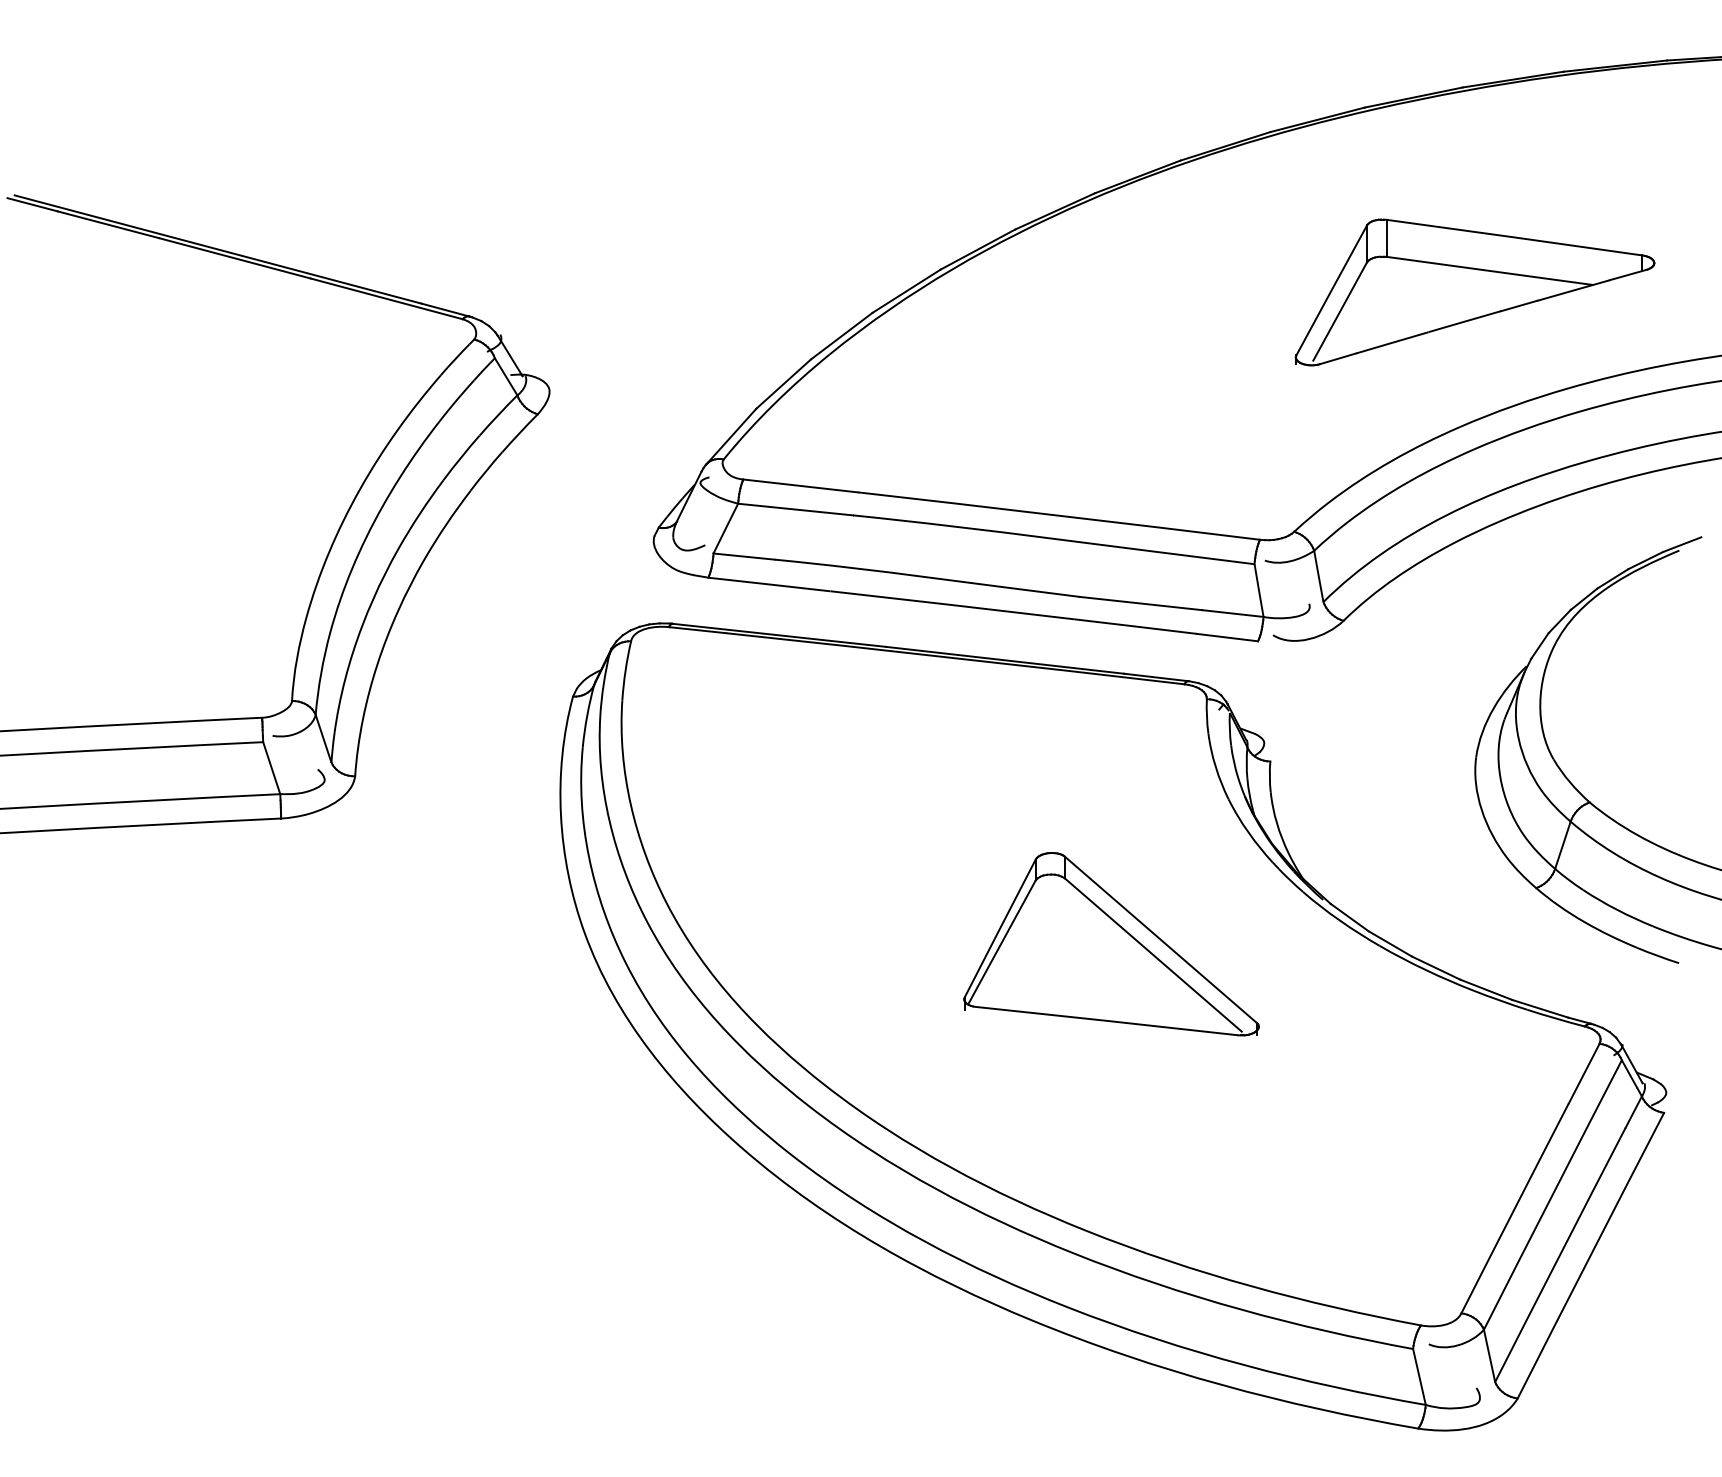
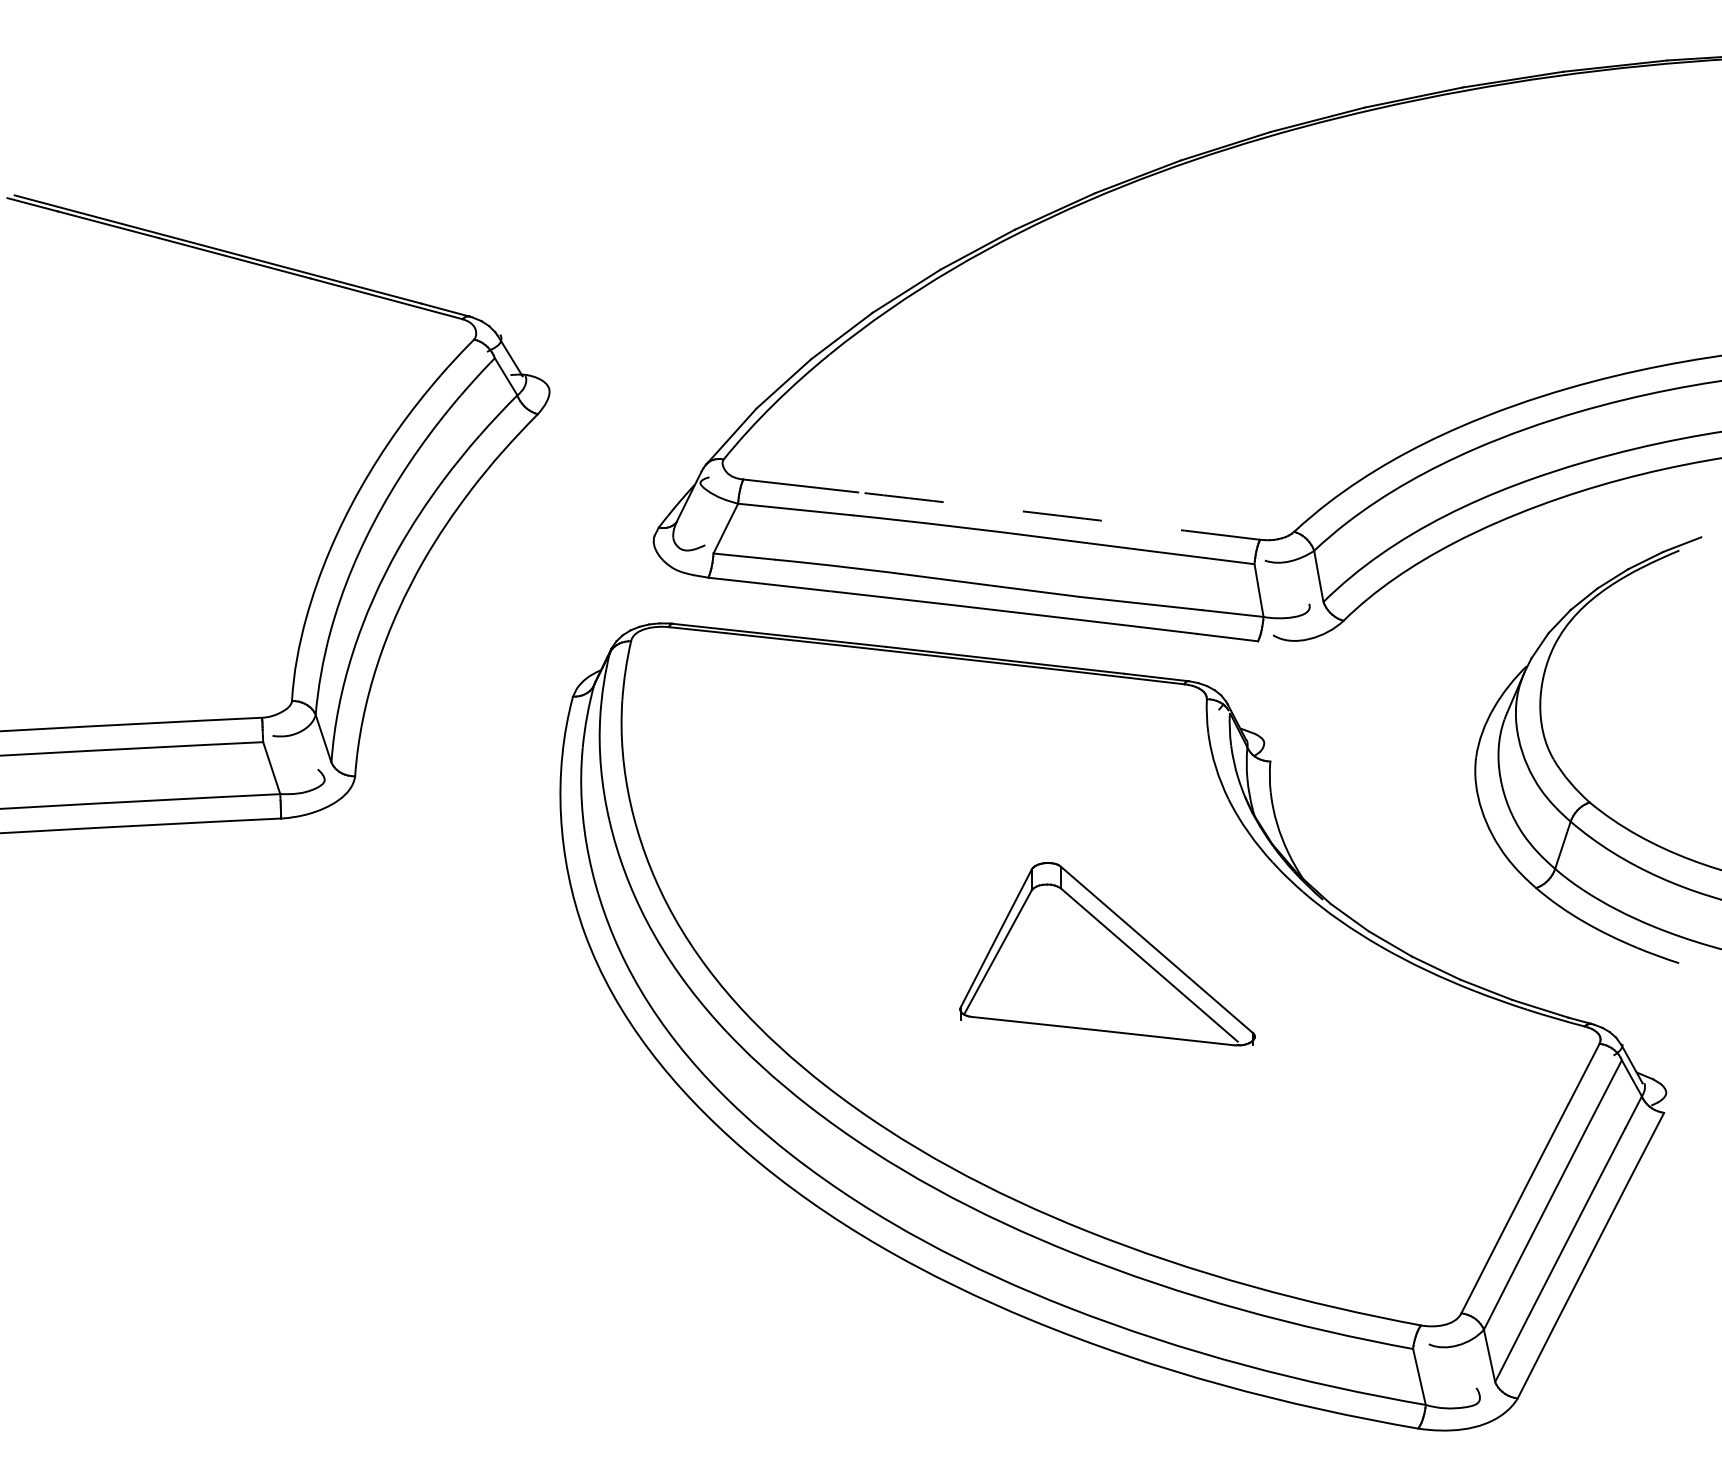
part at (1474, 292): present -> none
arc at (1059, 515): solid -> dashed
part at (1111, 944) position: (1111, 944) -> (1107, 954)
